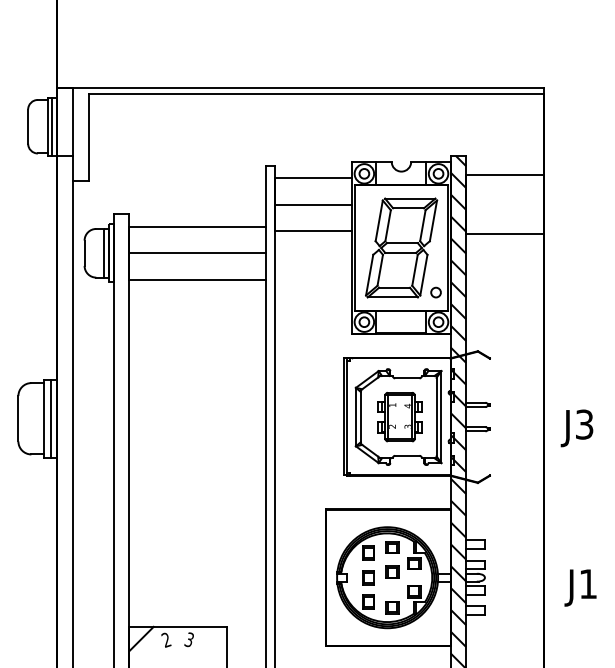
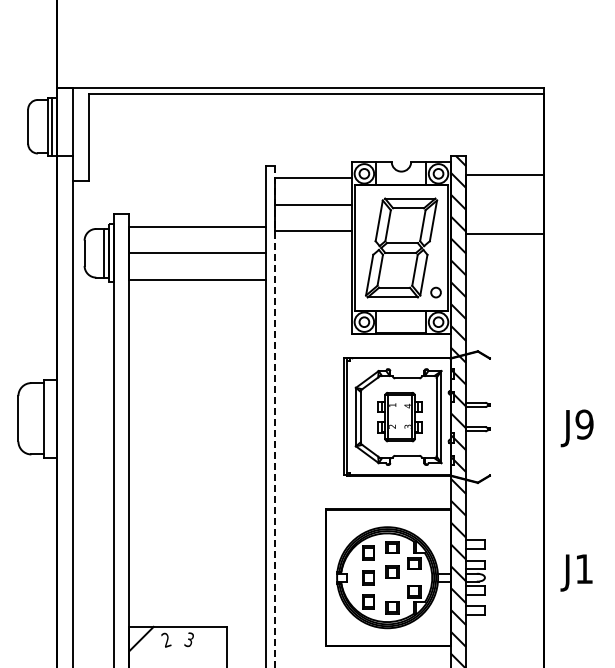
line at (275, 416): solid -> dashed
line at (50, 418): present -> none
text at (584, 424): J3 -> J9
text at (580, 587) position: (580, 587) -> (576, 572)
